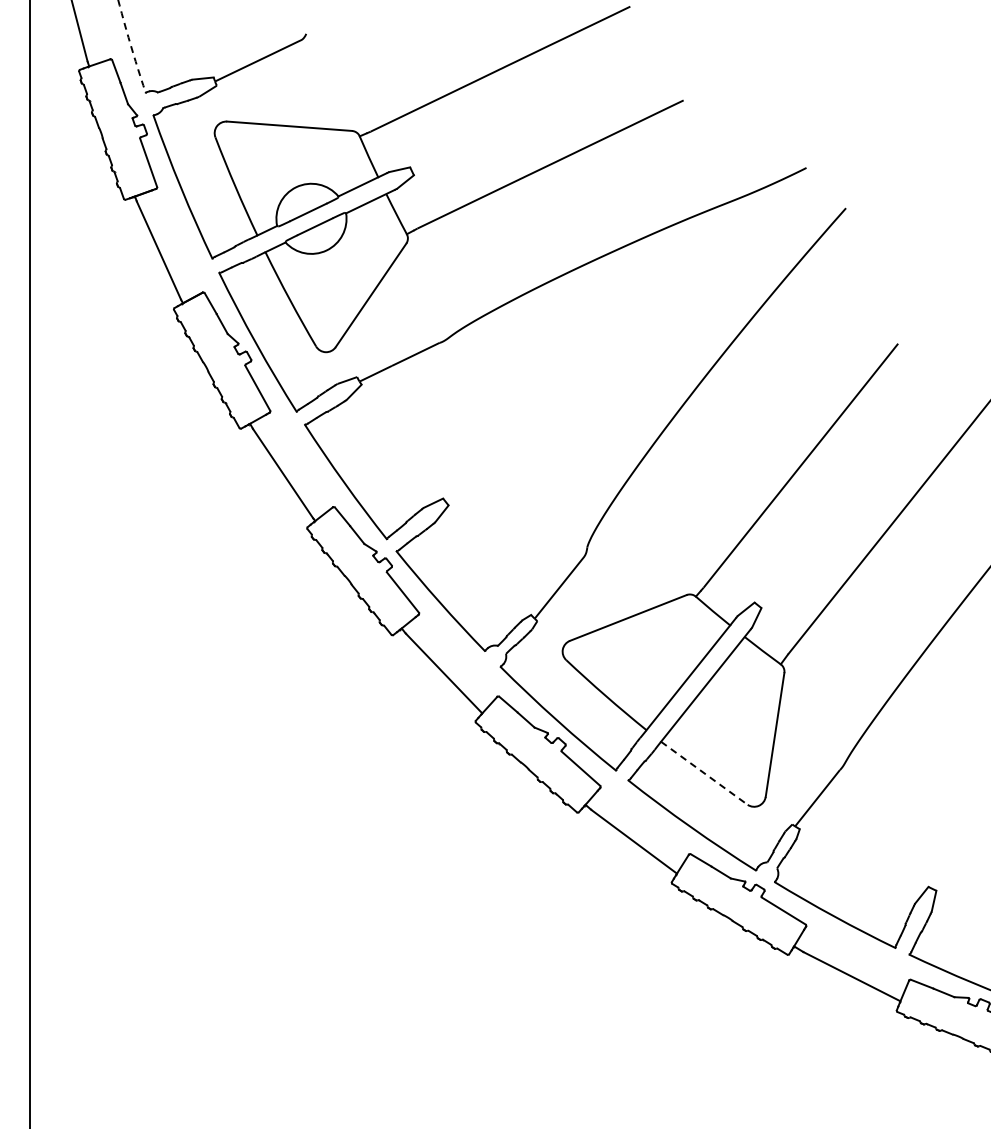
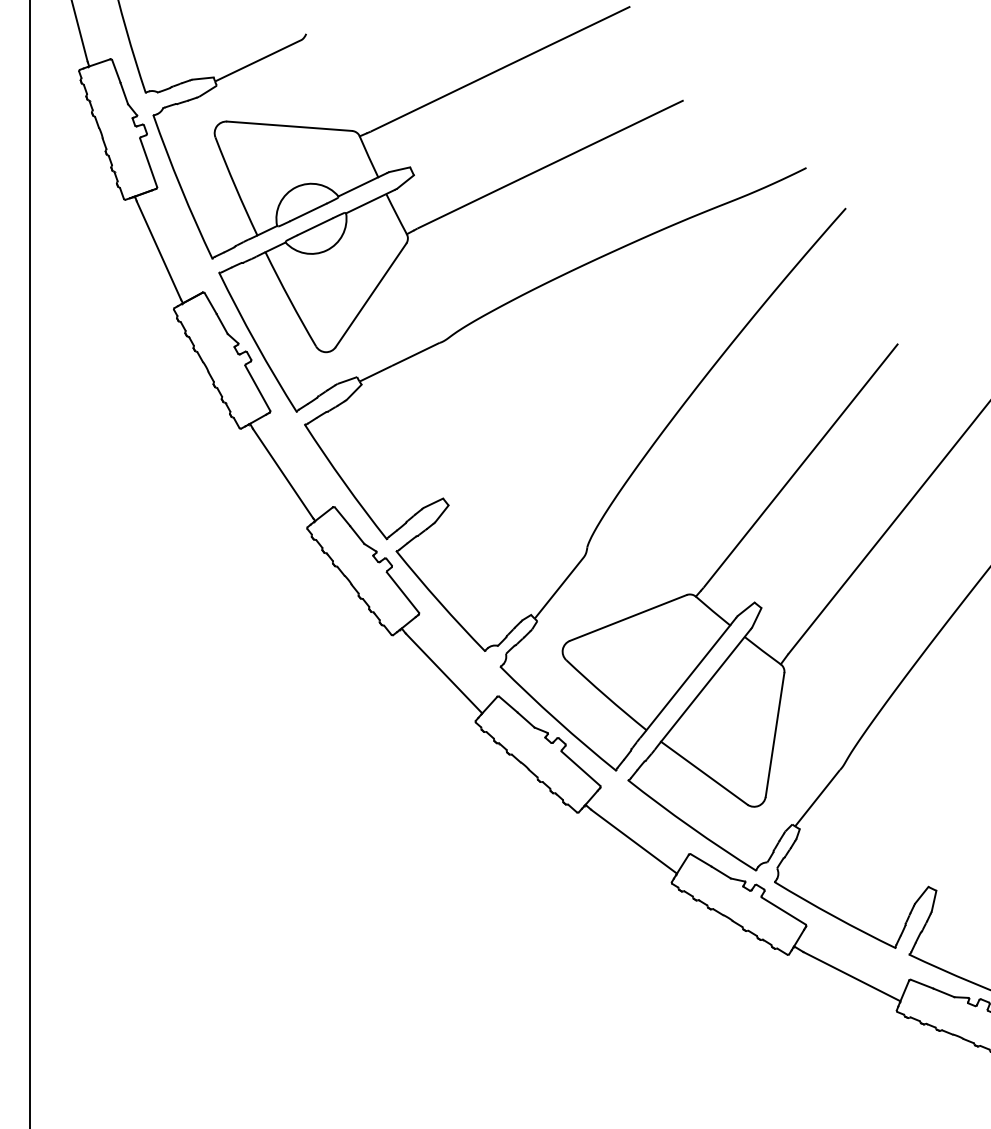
arc at (131, 47): dashed -> solid
line at (704, 773): dashed -> solid
